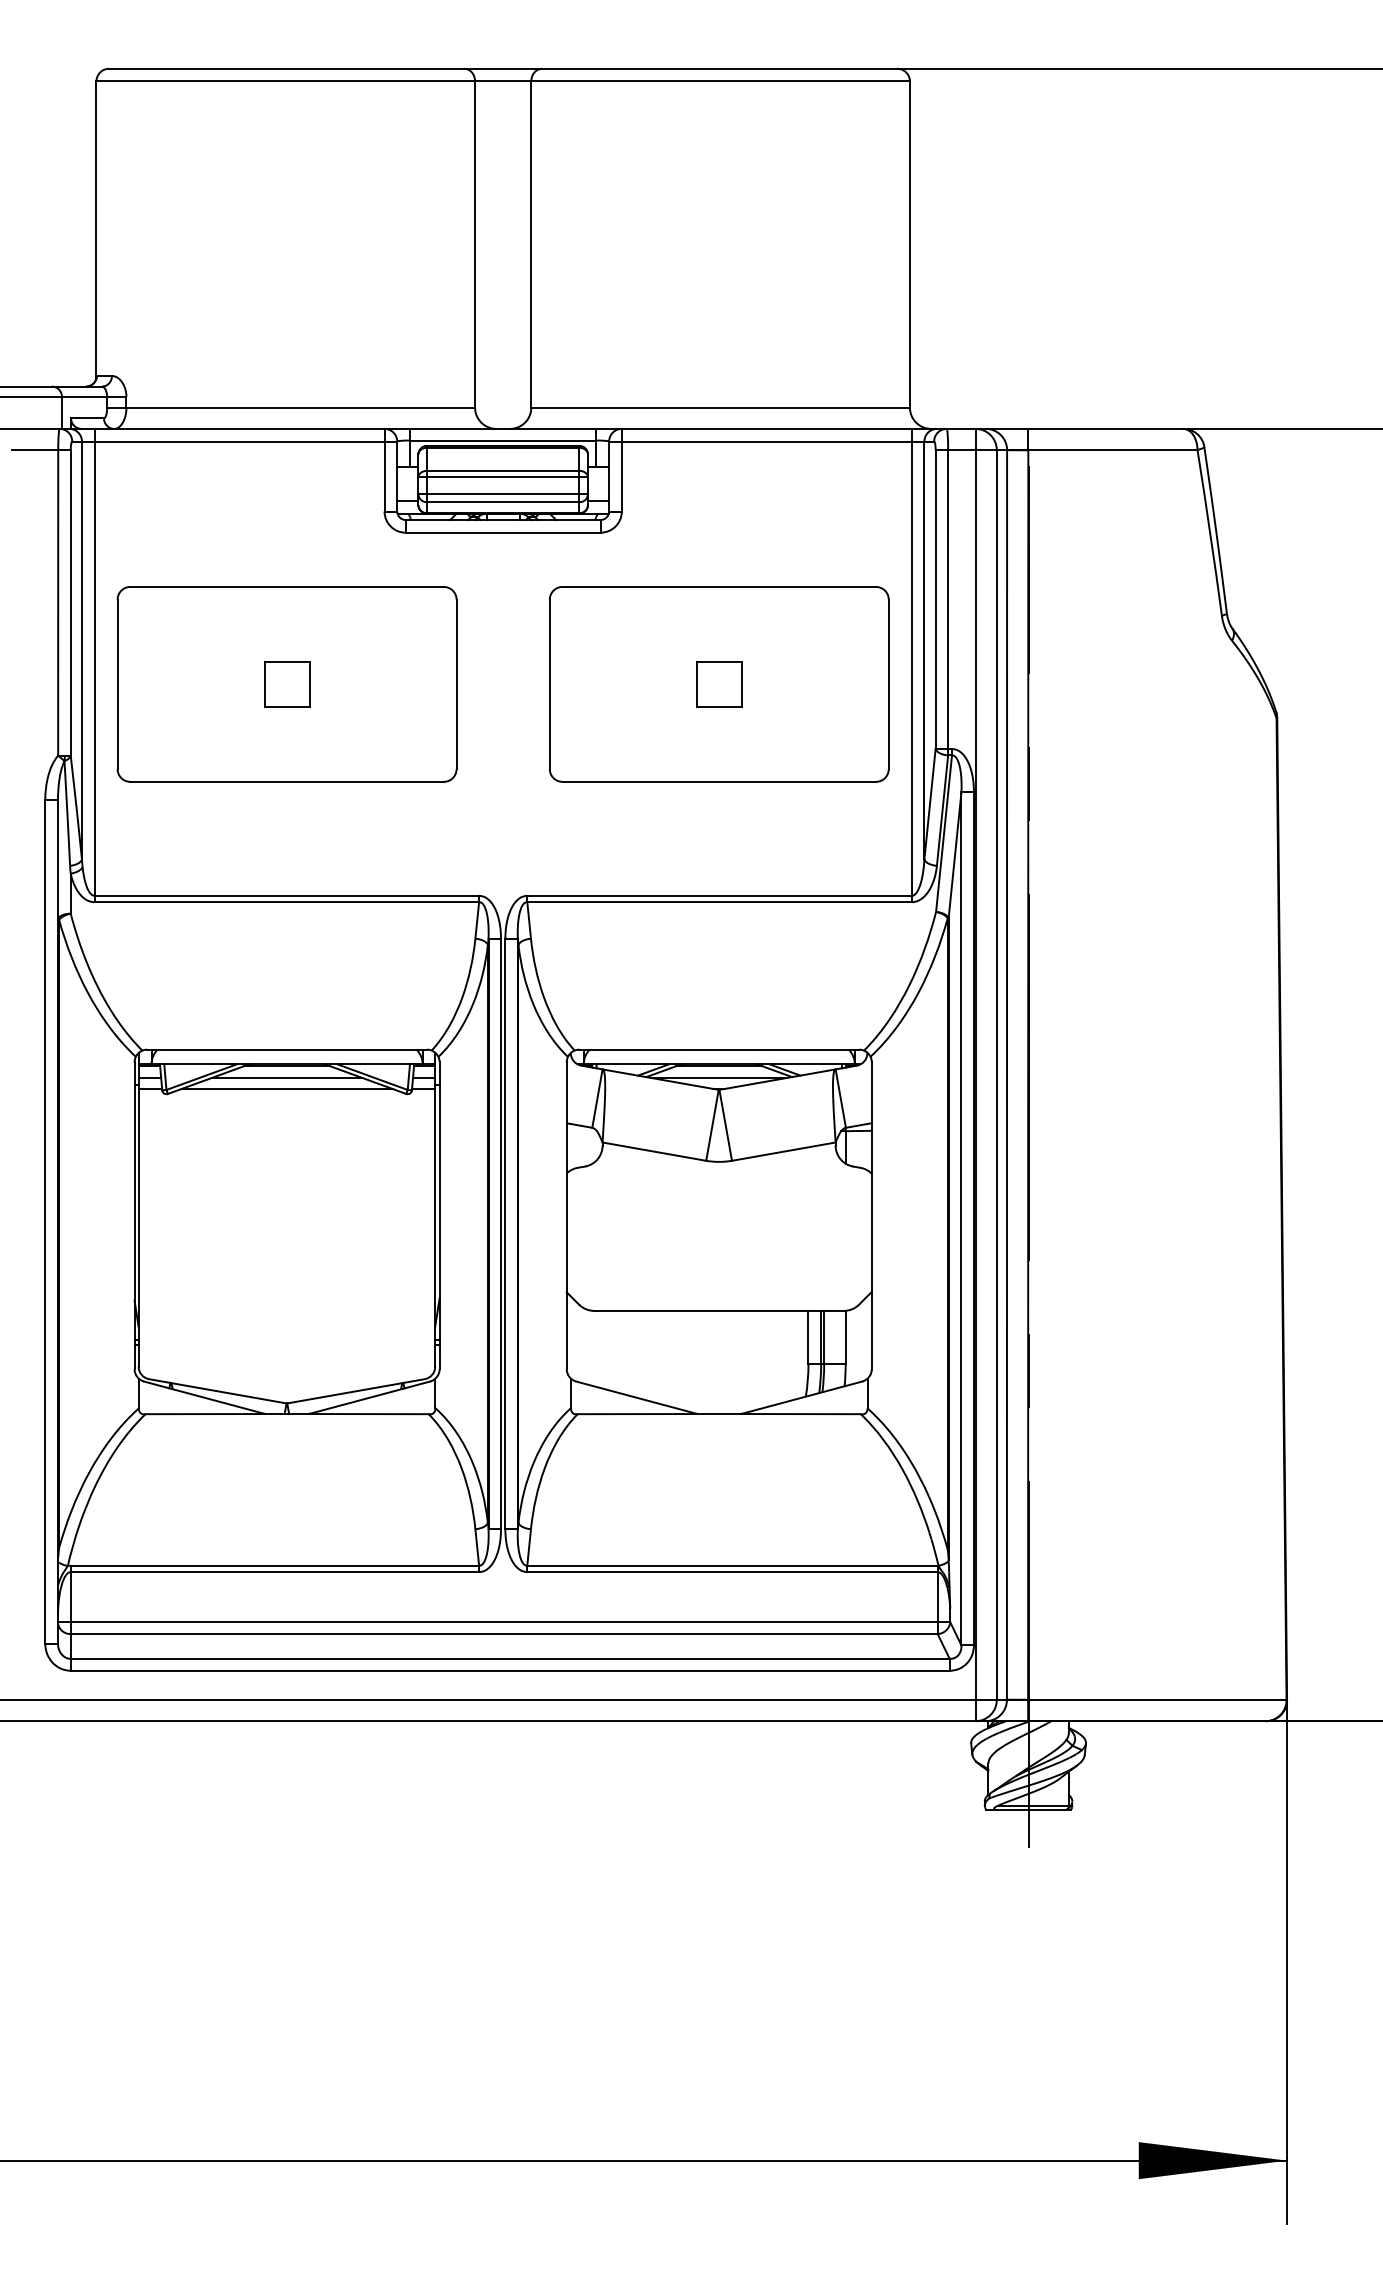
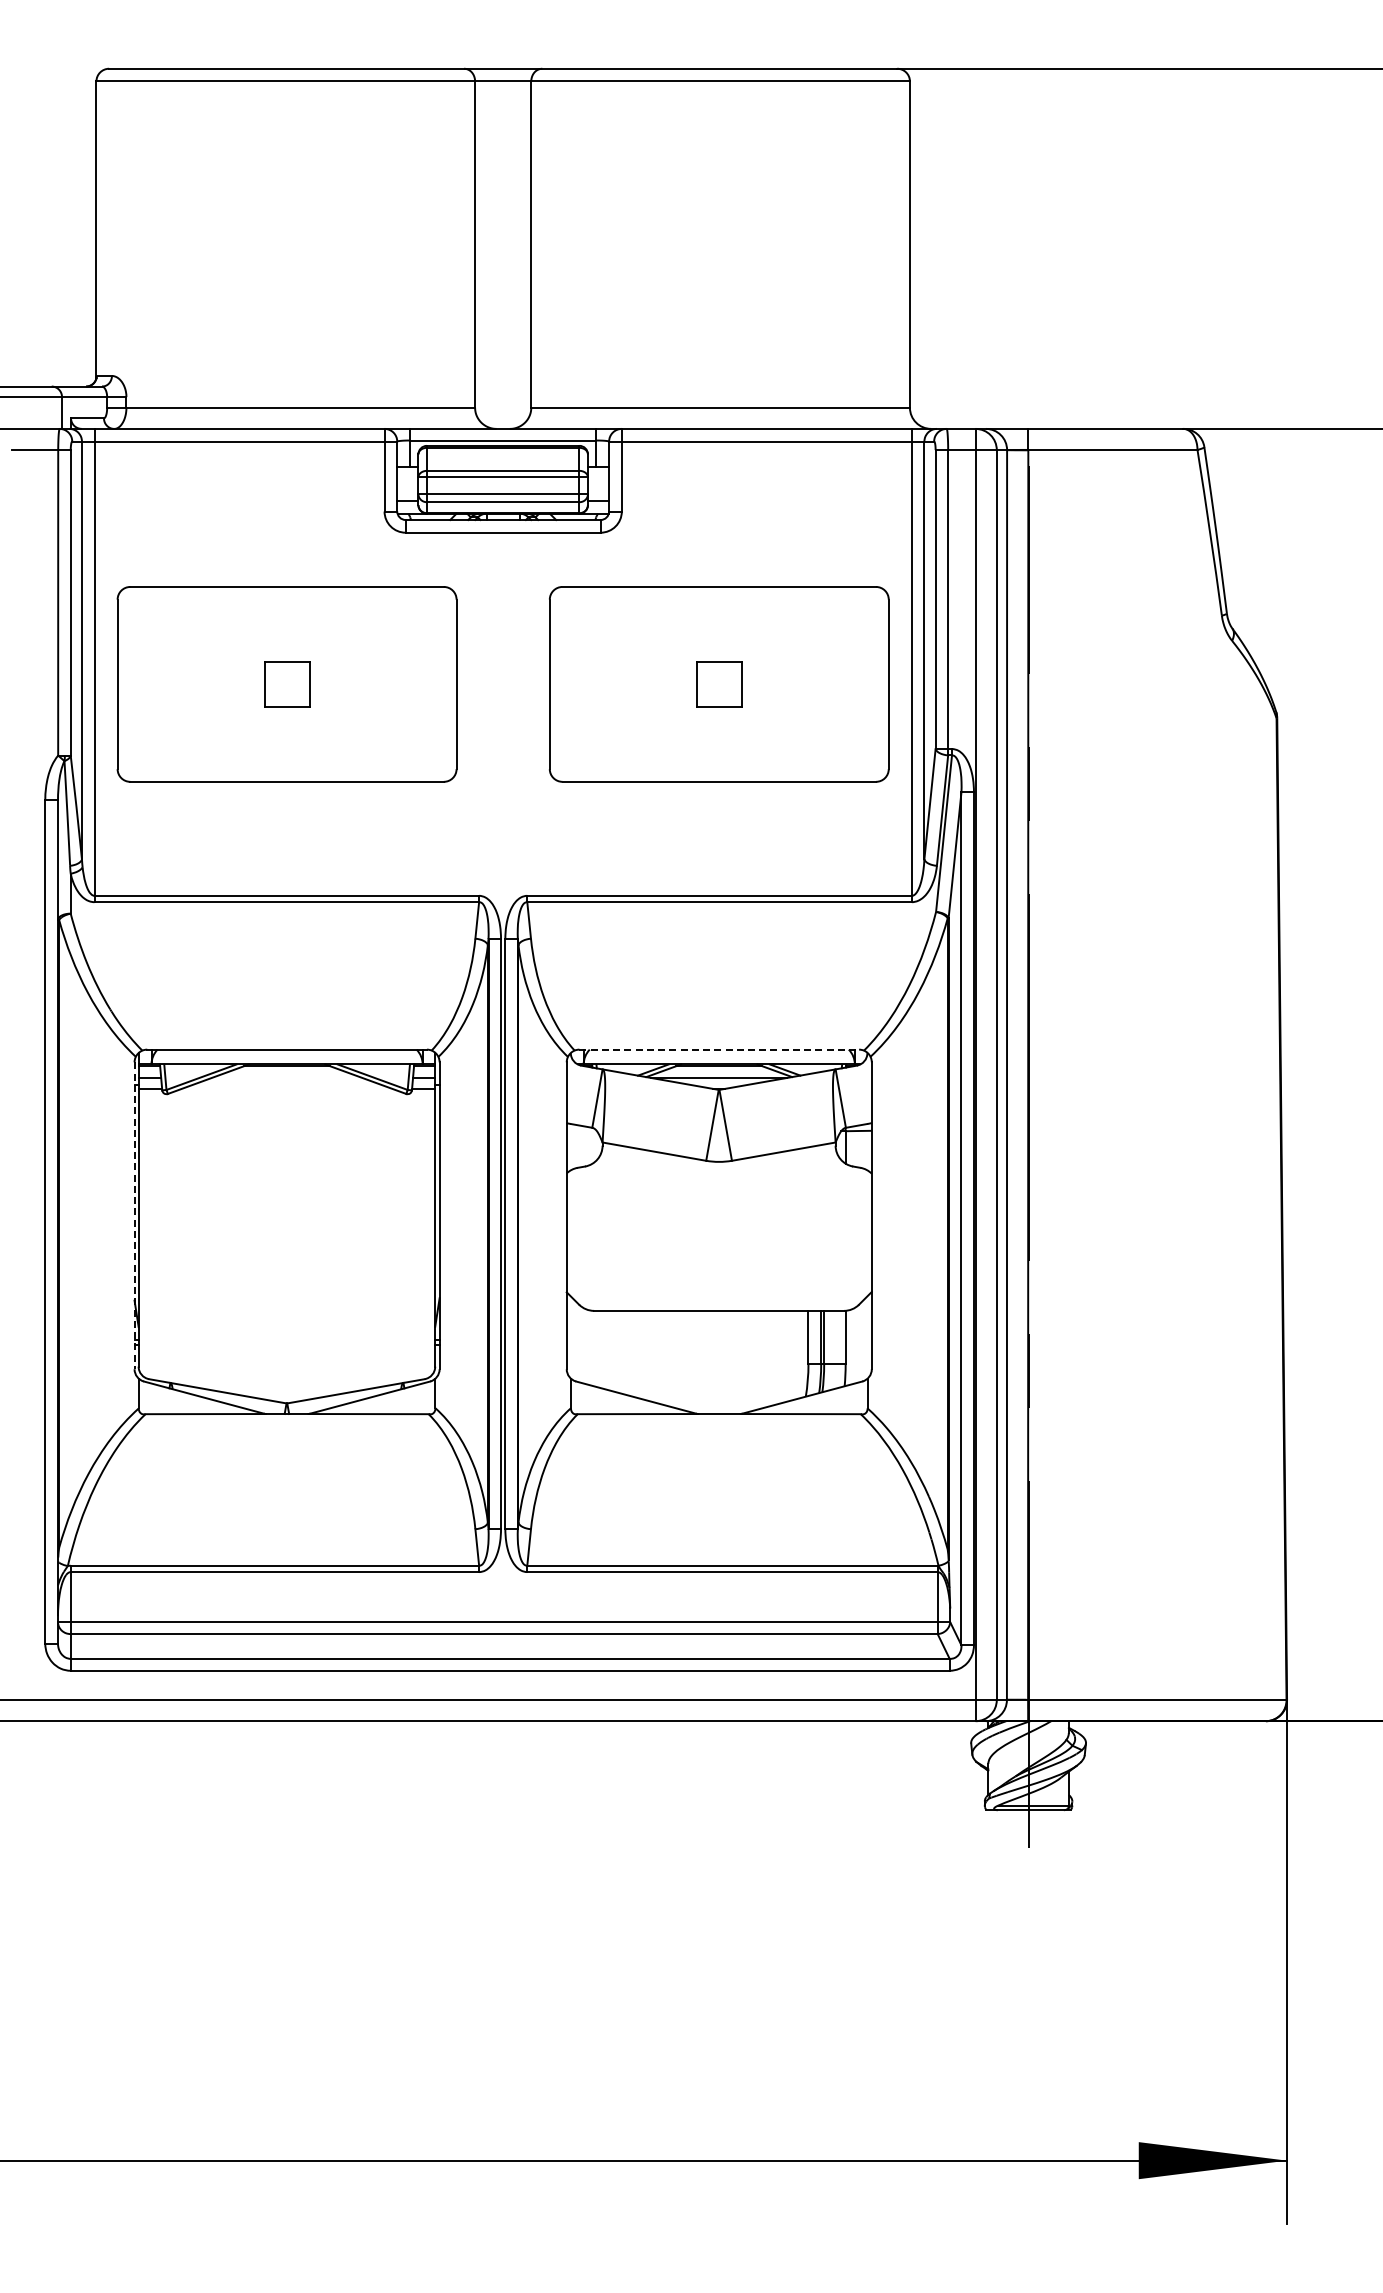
line at (719, 1049): solid -> dashed
line at (286, 1077): present -> none
line at (286, 1088): present -> none
line at (134, 1216): solid -> dashed
